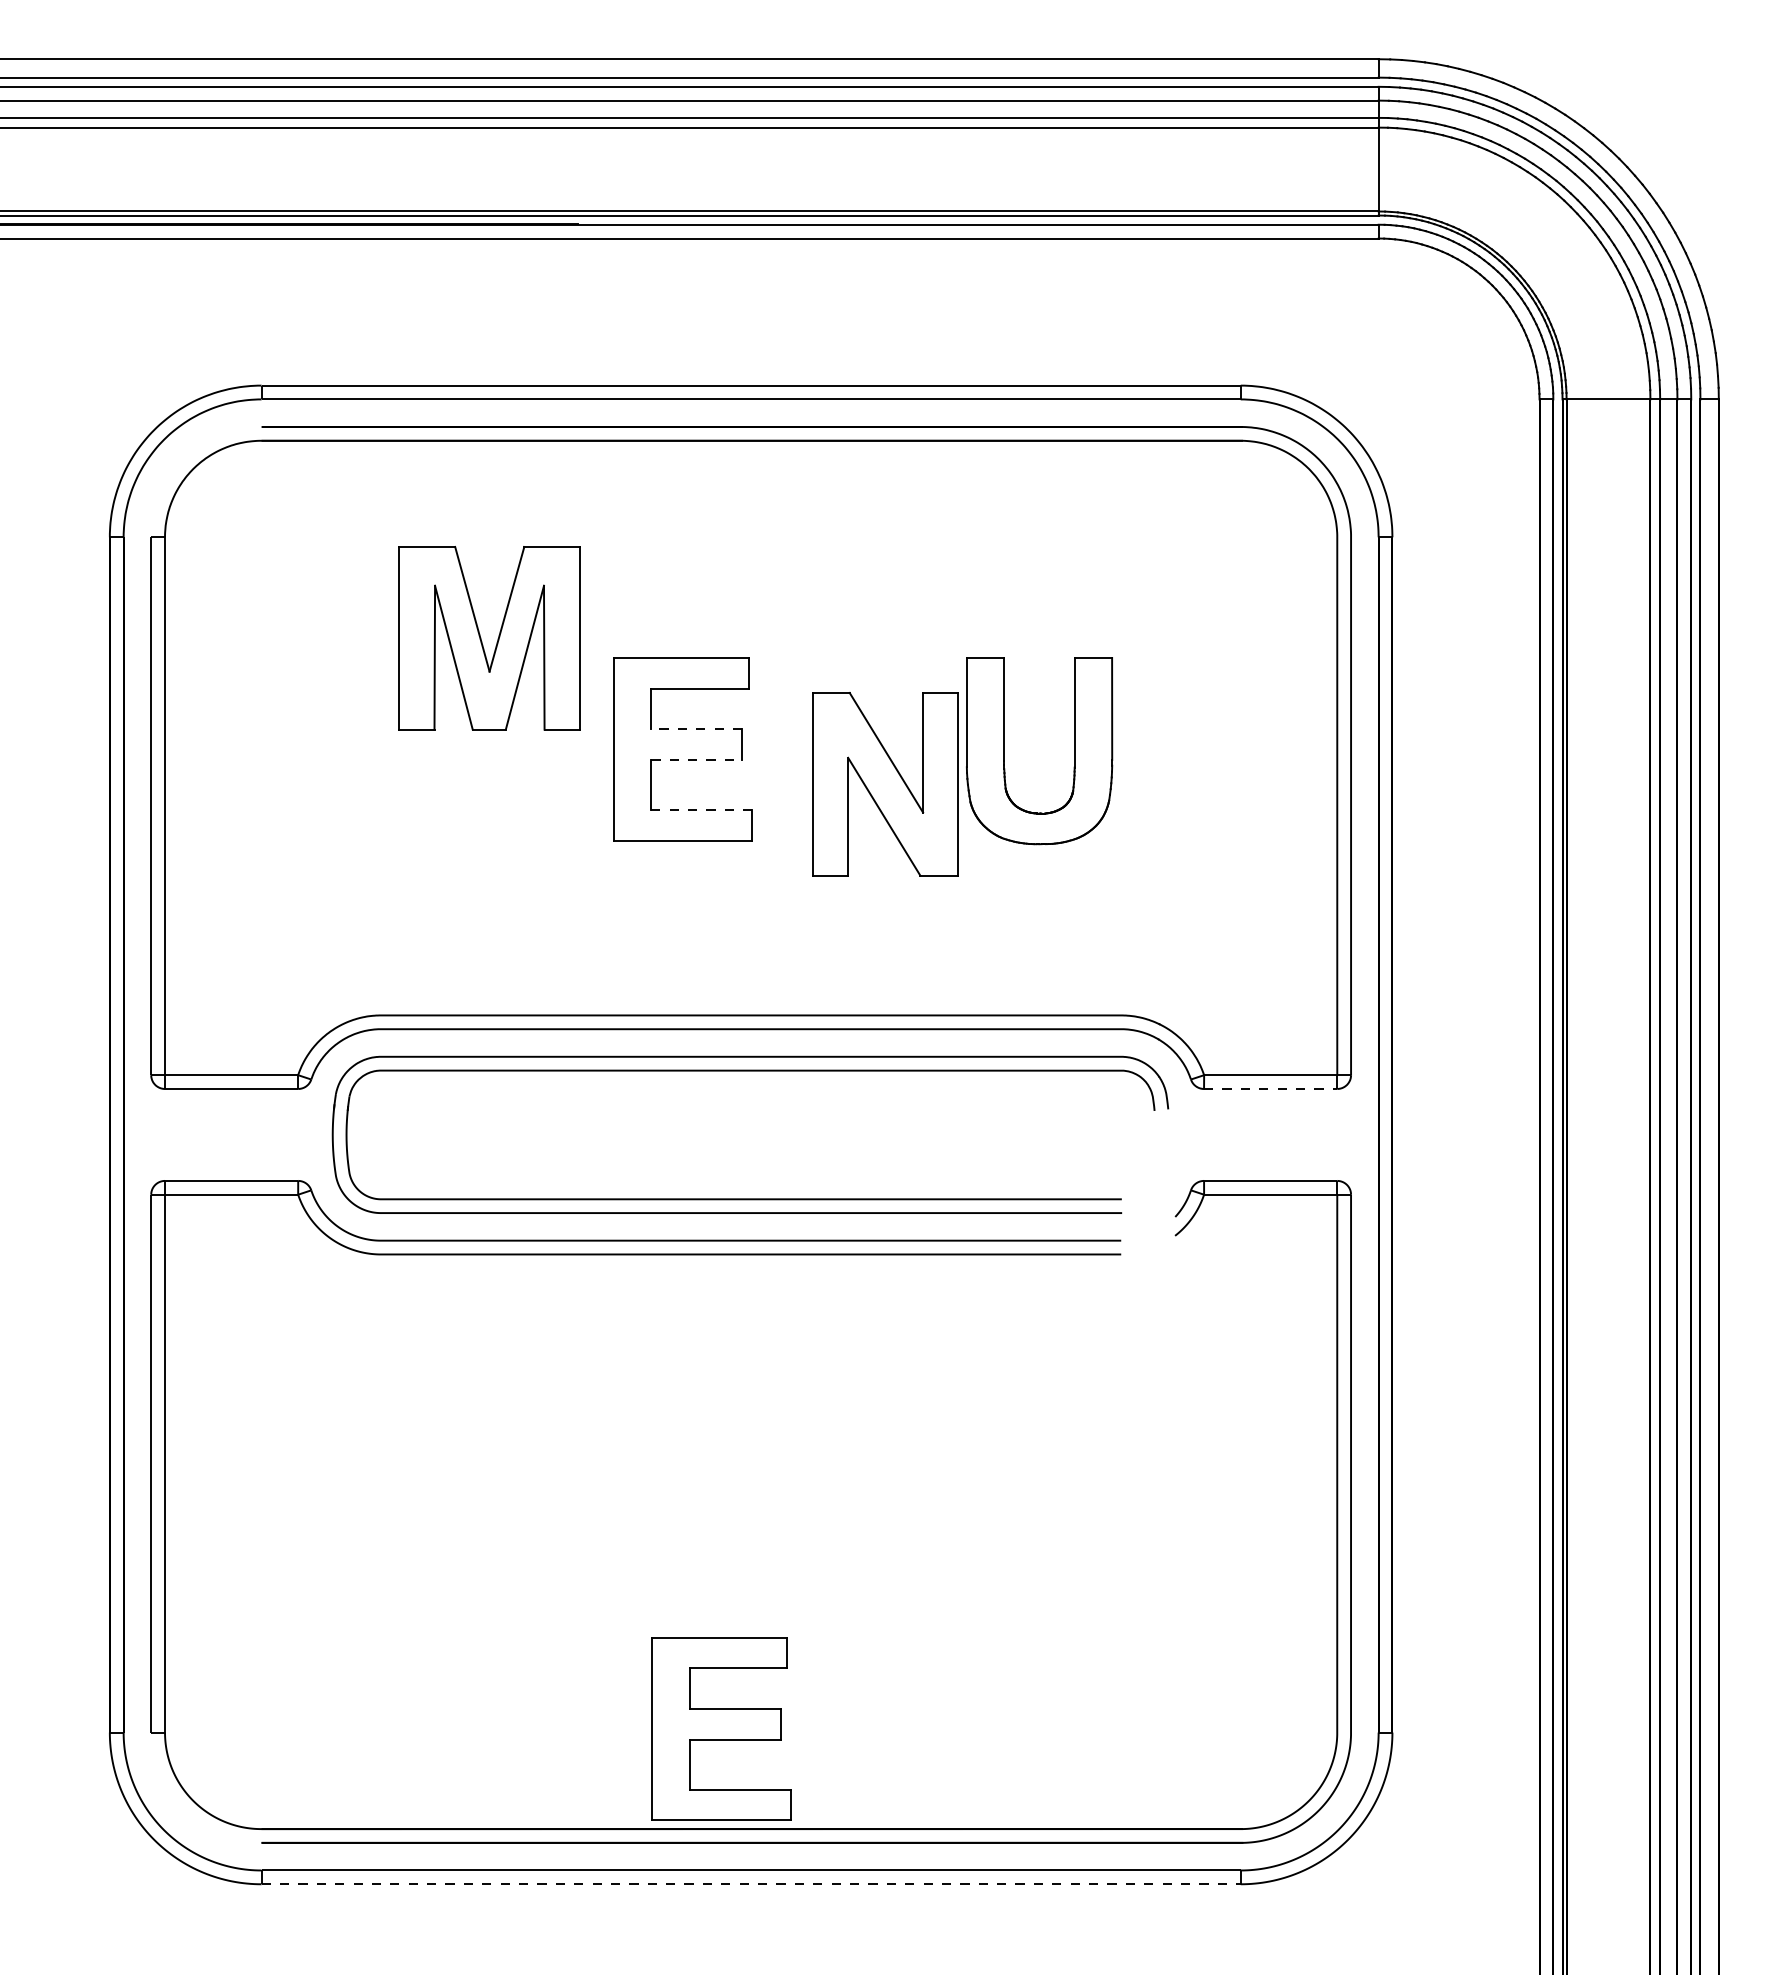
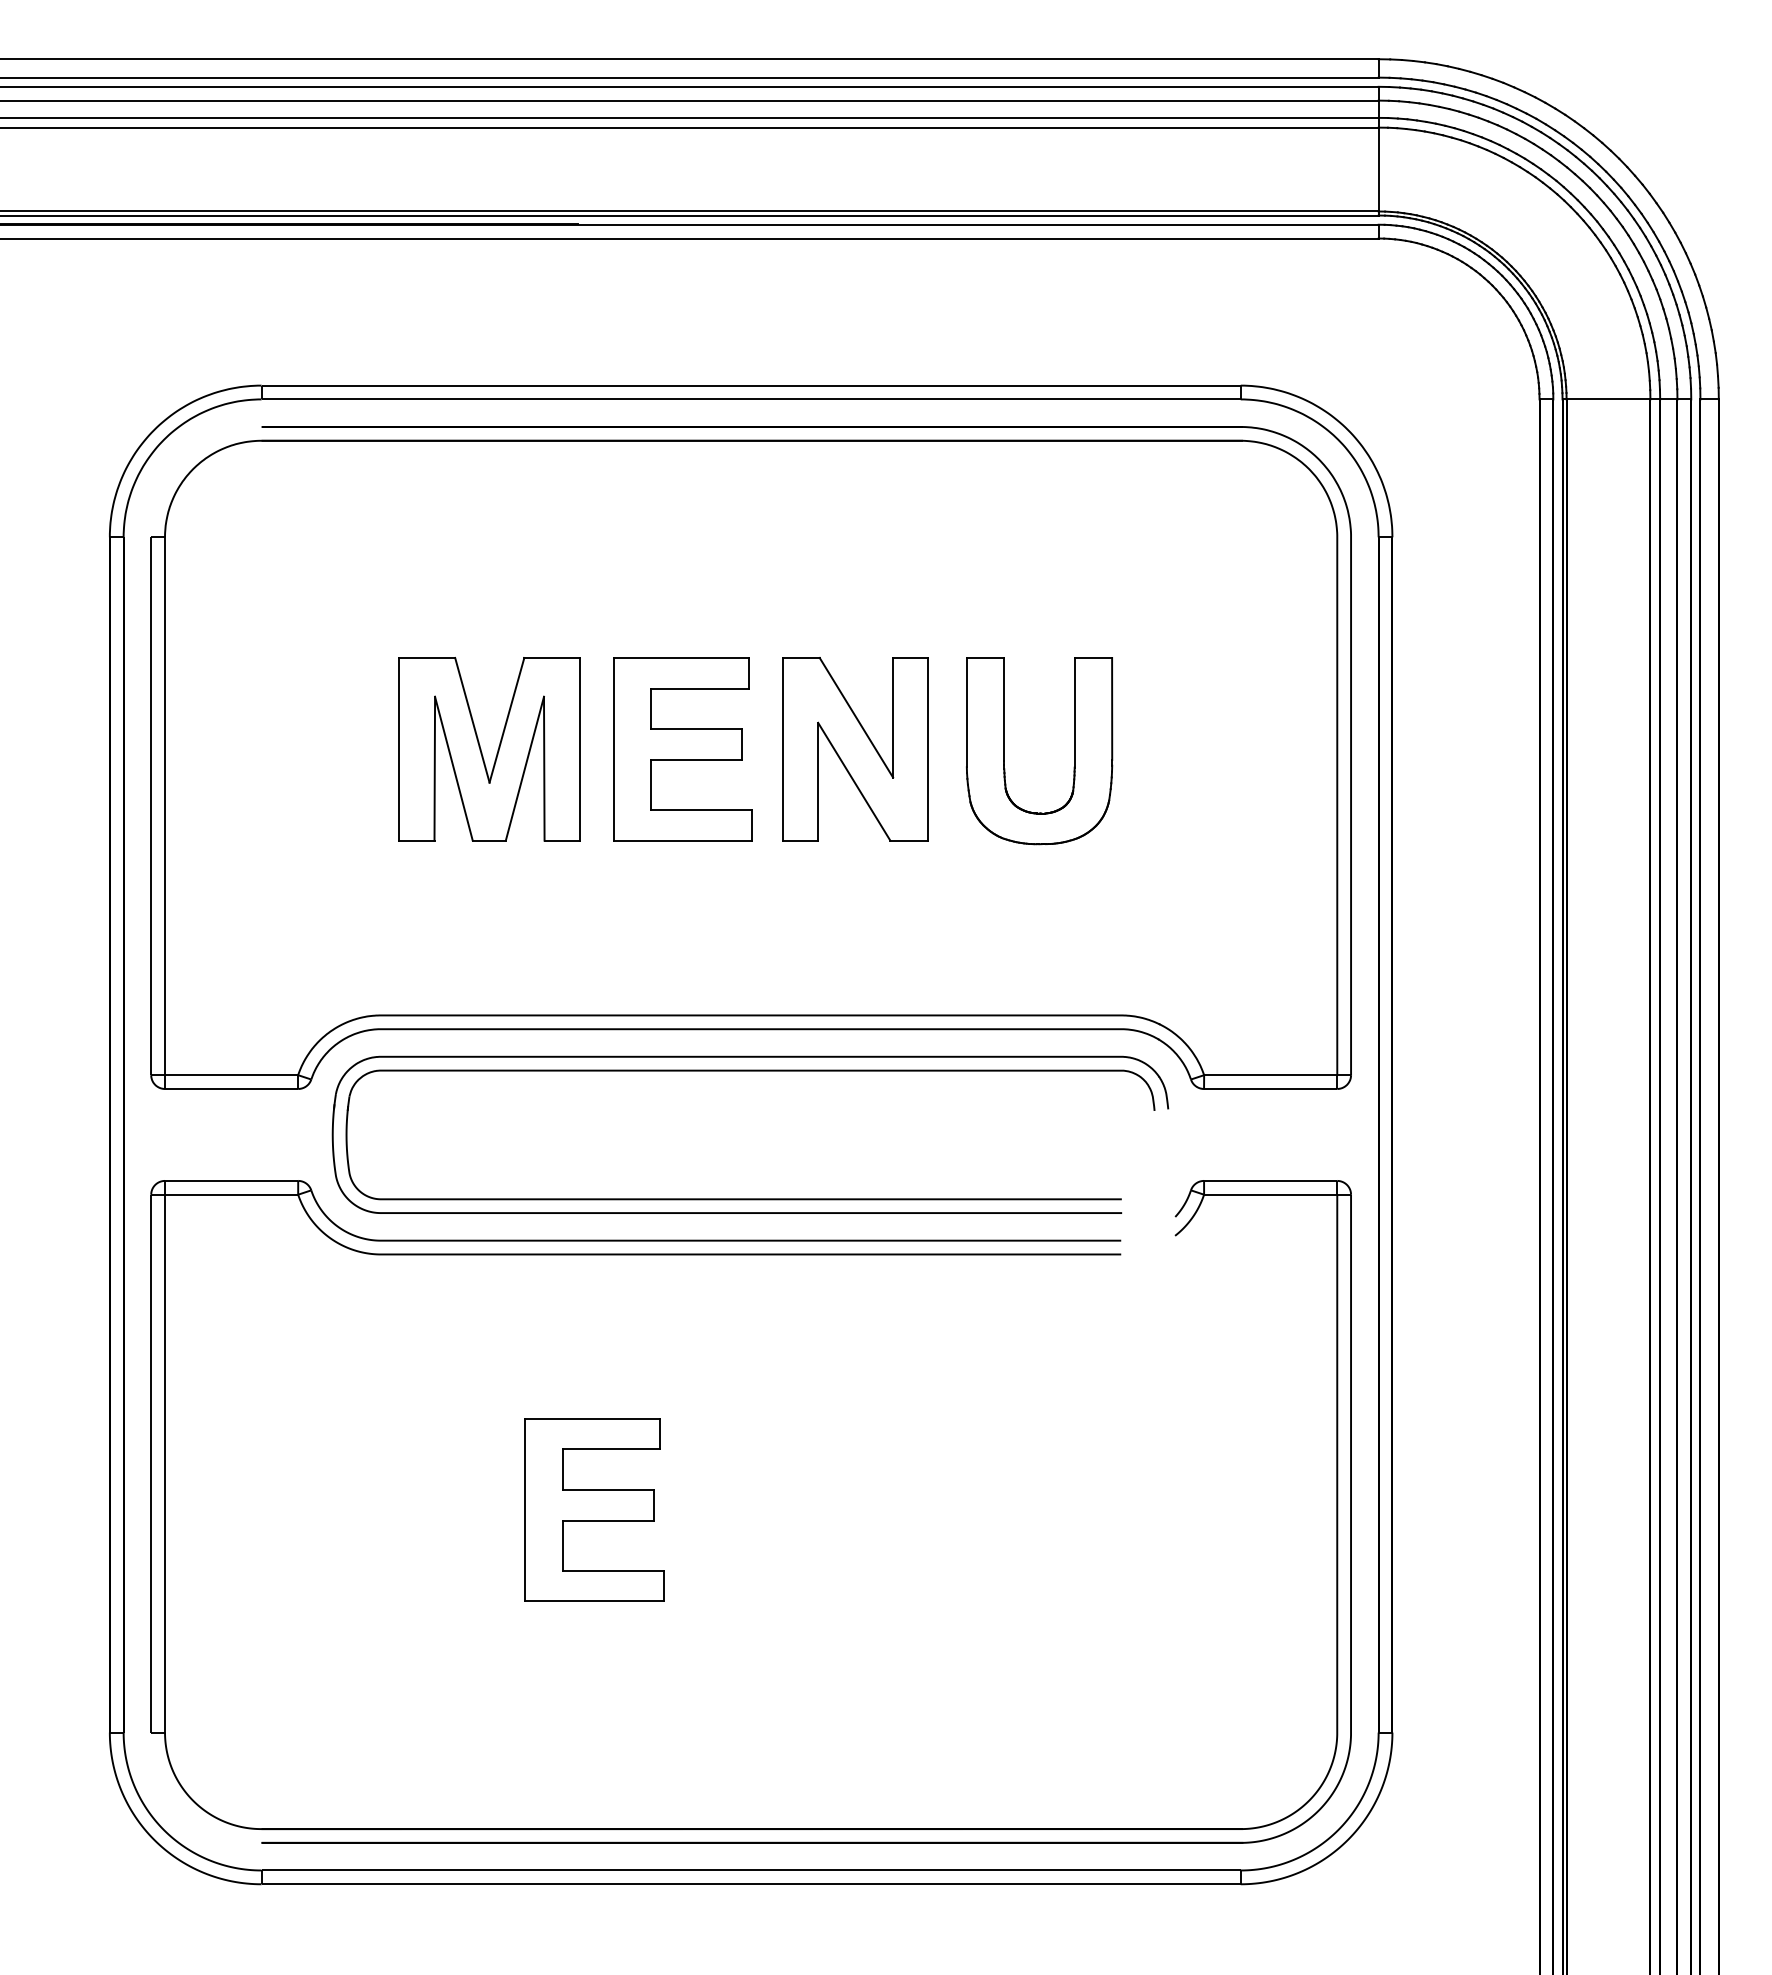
part at (482, 641) position: (482, 641) -> (482, 752)
line at (696, 729): dashed -> solid
line at (697, 760): dashed -> solid
part at (885, 784) position: (885, 784) -> (855, 749)
line at (701, 810): dashed -> solid
line at (1270, 1088): dashed -> solid
part at (721, 1728) position: (721, 1728) -> (594, 1509)
line at (751, 1884): dashed -> solid
